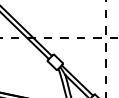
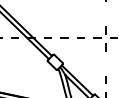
line at (105, 13): present -> none
line at (105, 63): present -> none
